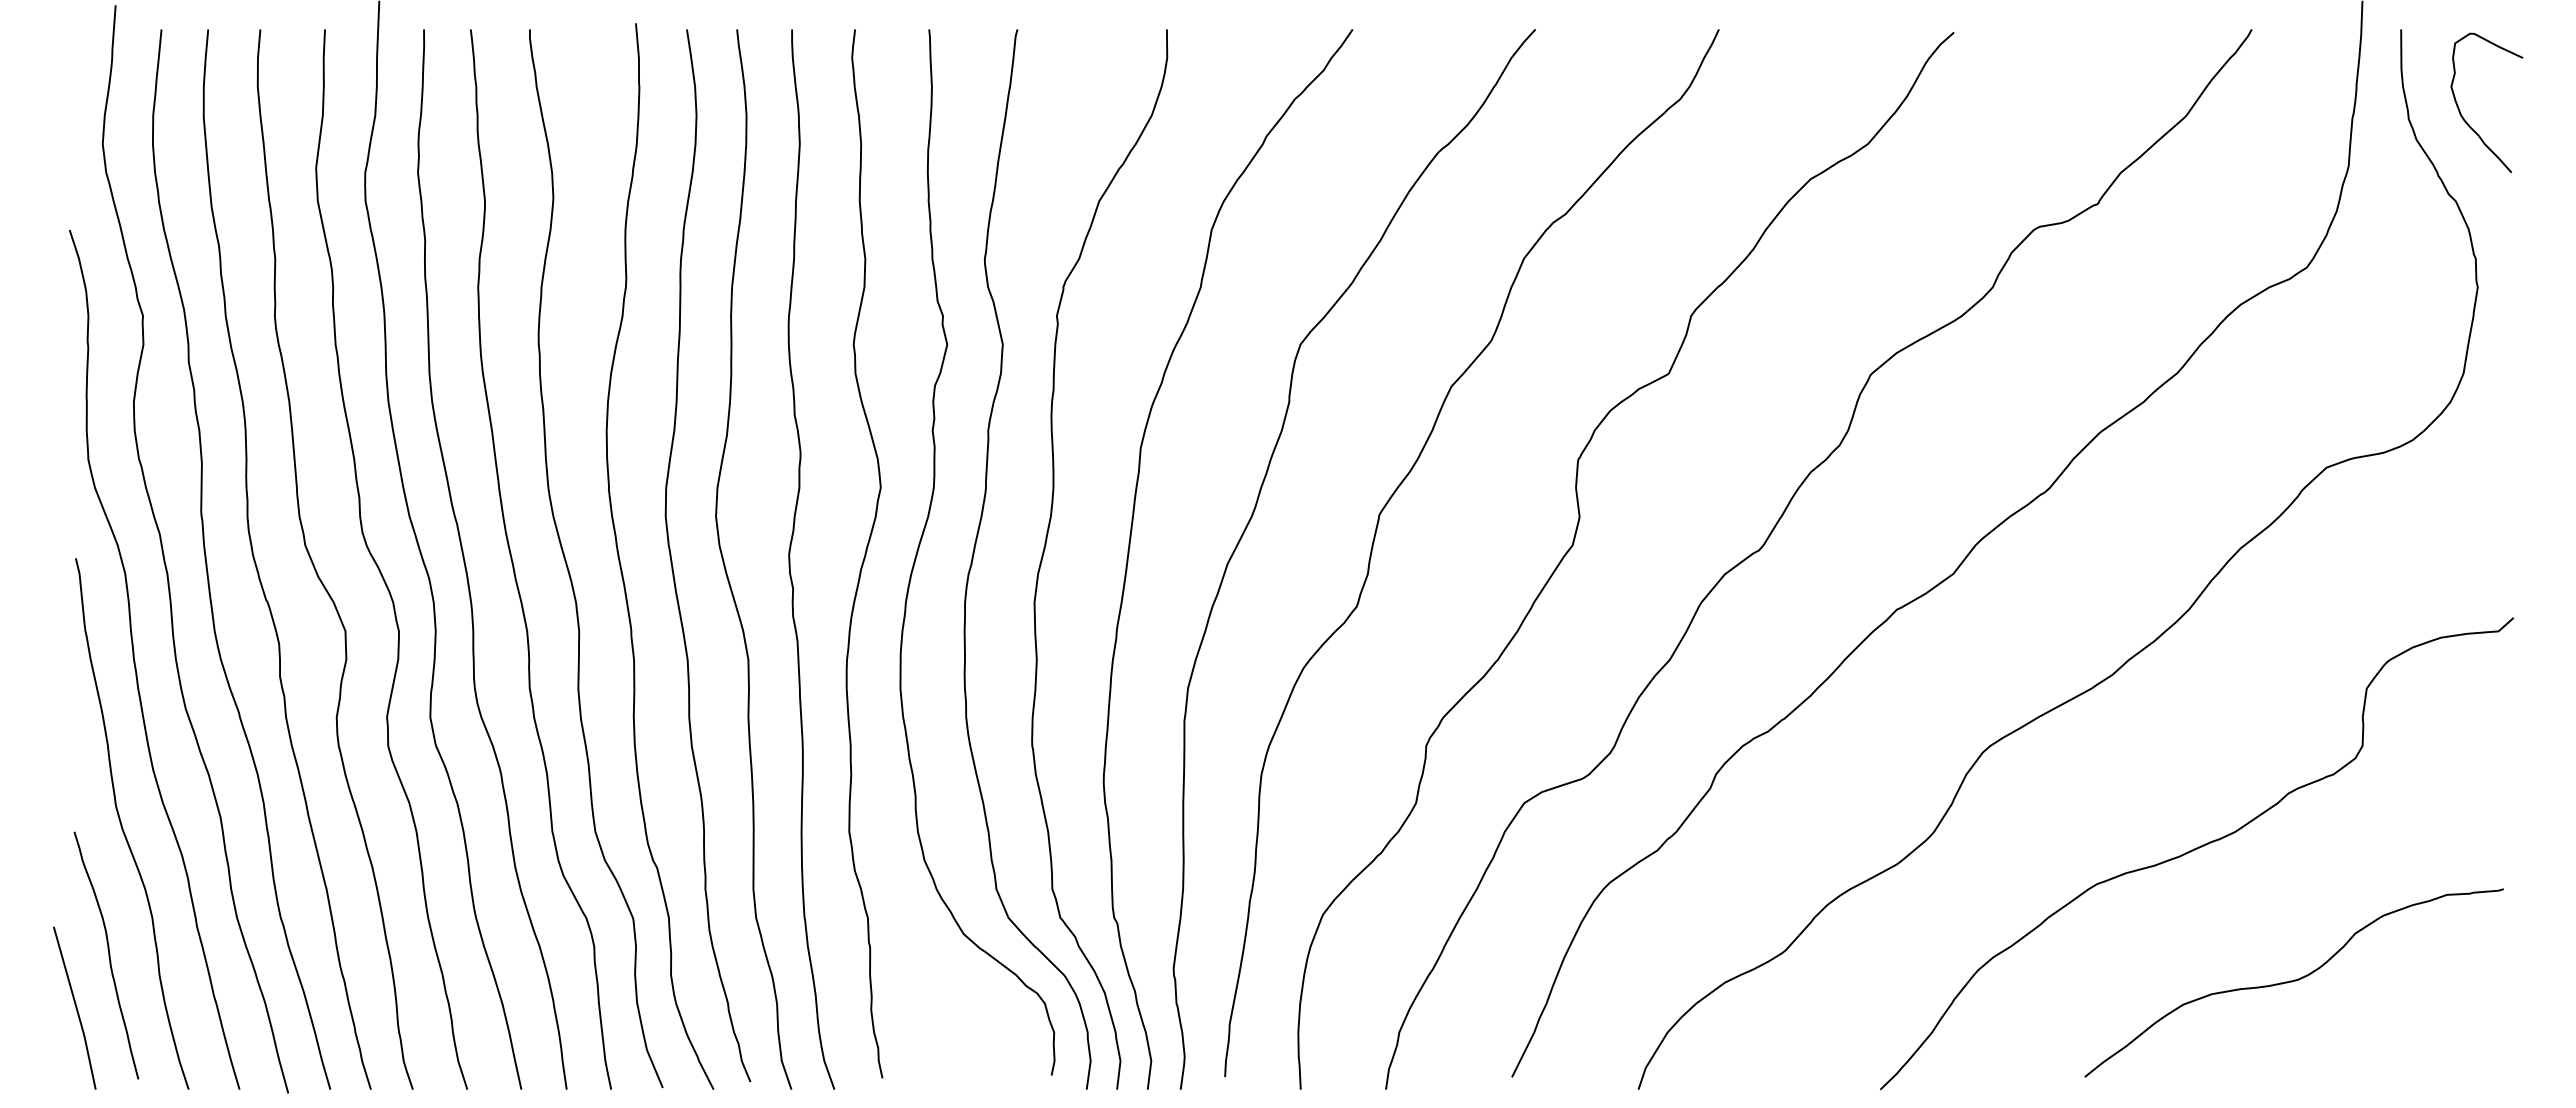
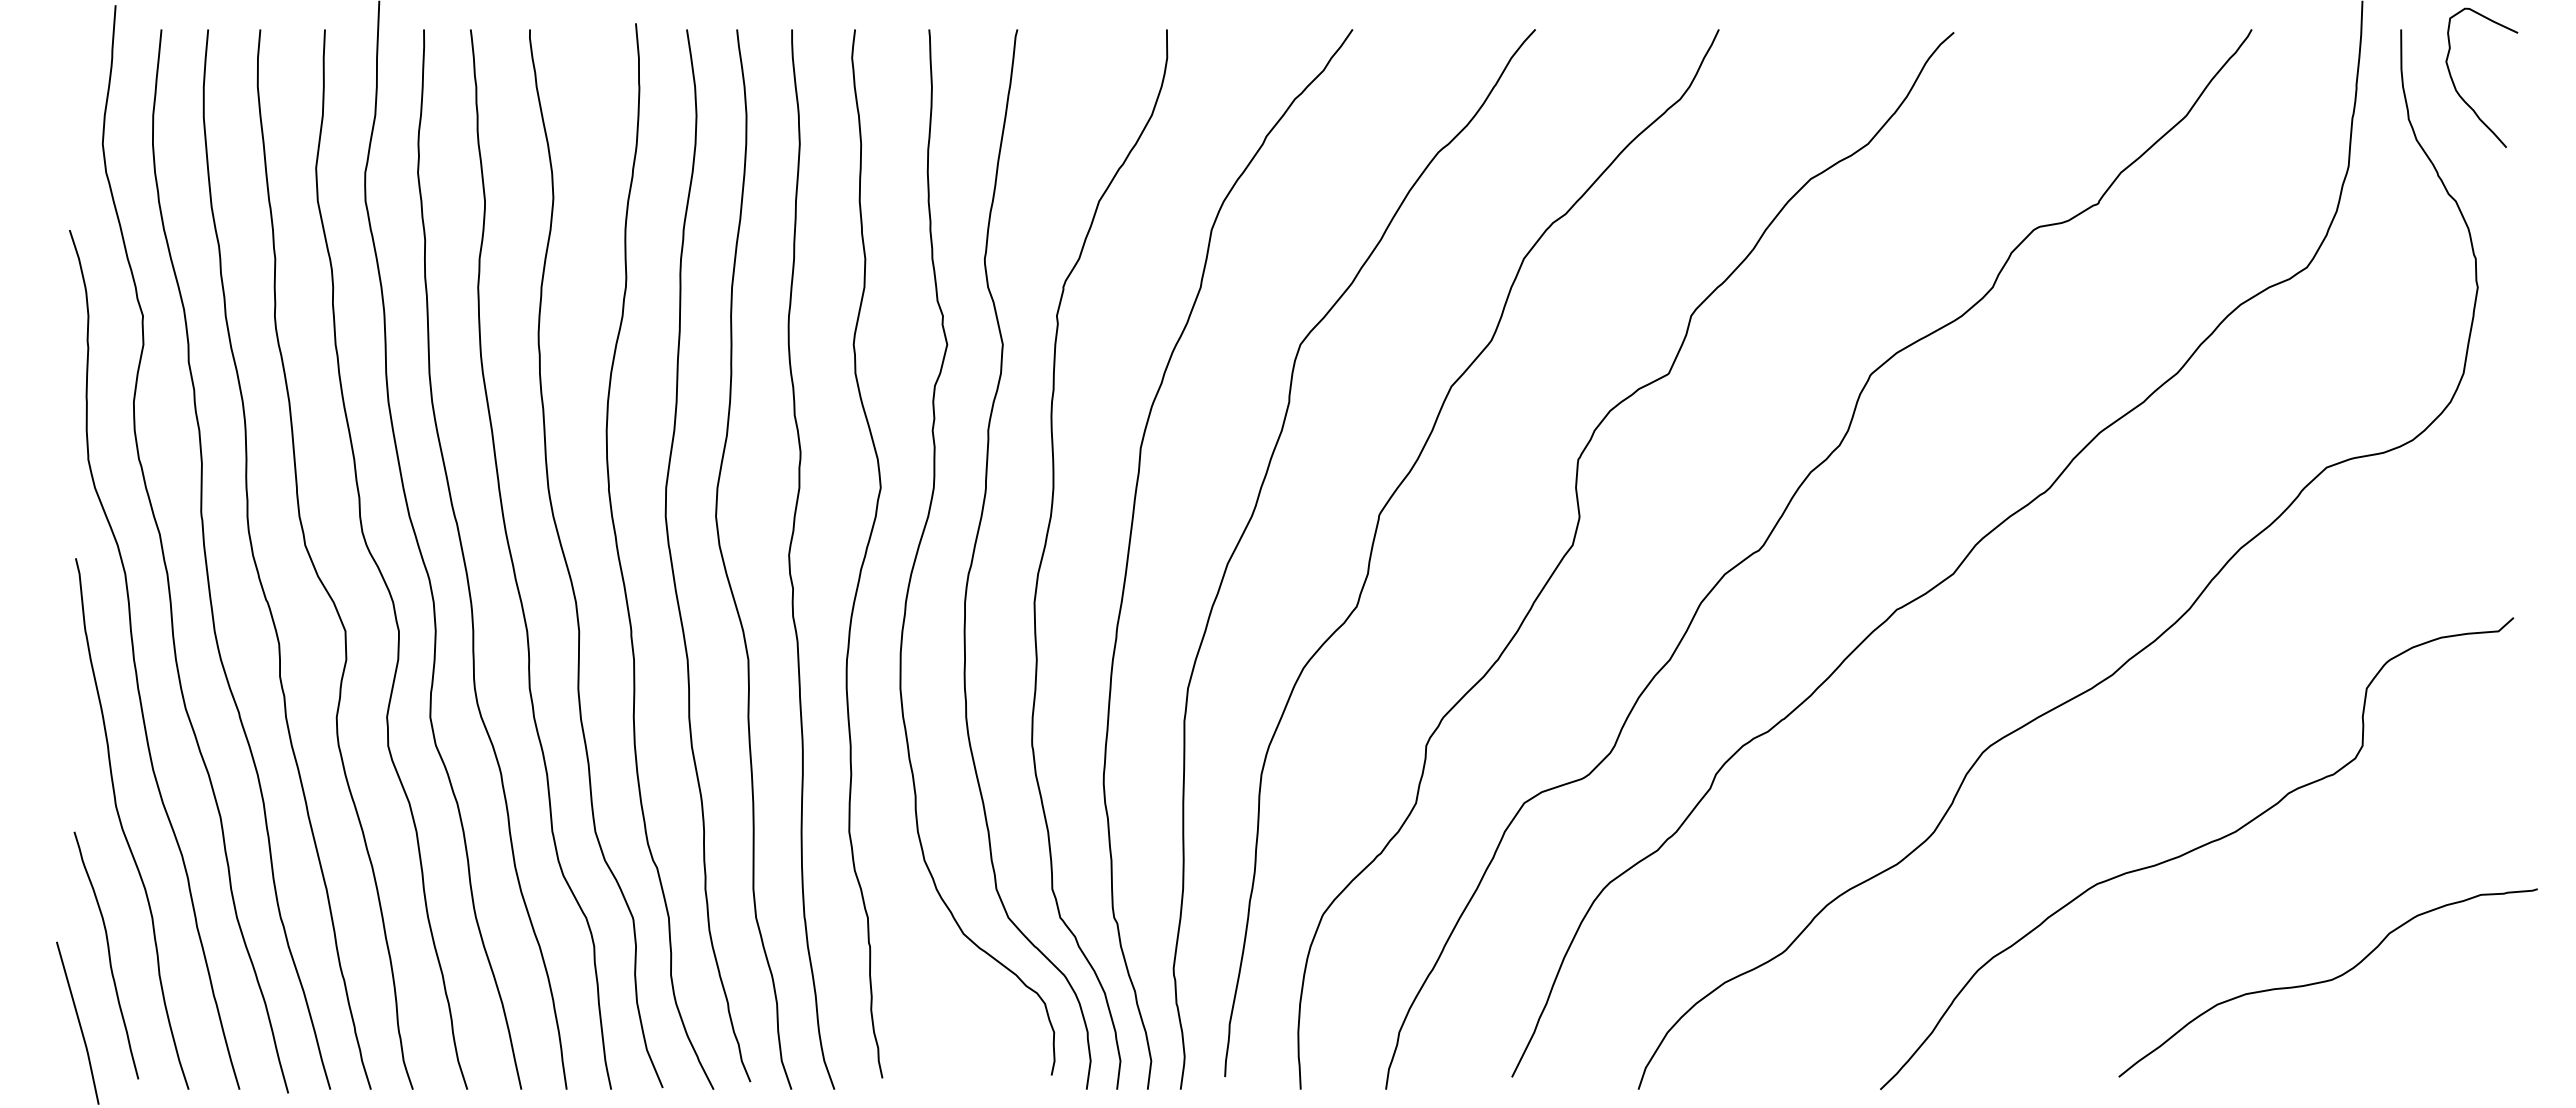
curve at (2460, 110) position: (2460, 110) -> (2455, 85)
curve at (2293, 981) position: (2293, 981) -> (2327, 981)
line at (75, 1007) position: (75, 1007) -> (78, 1022)
